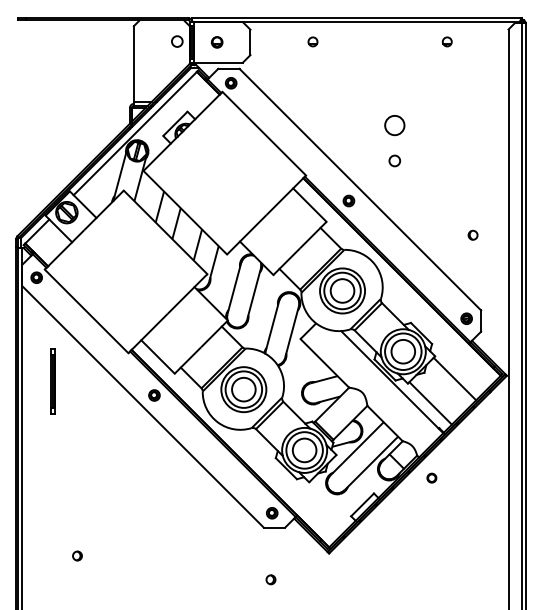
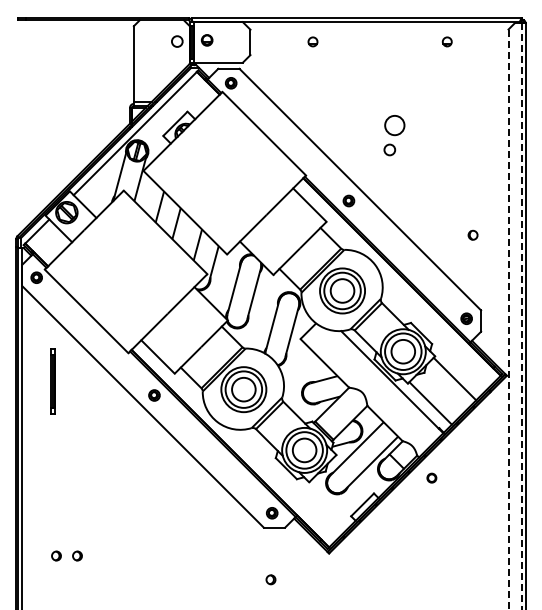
part at (216, 42) position: (216, 42) -> (206, 40)
circle at (394, 160) position: (394, 160) -> (389, 149)
line at (521, 316): solid -> dashed
line at (508, 319): solid -> dashed
part at (56, 555): none -> present
